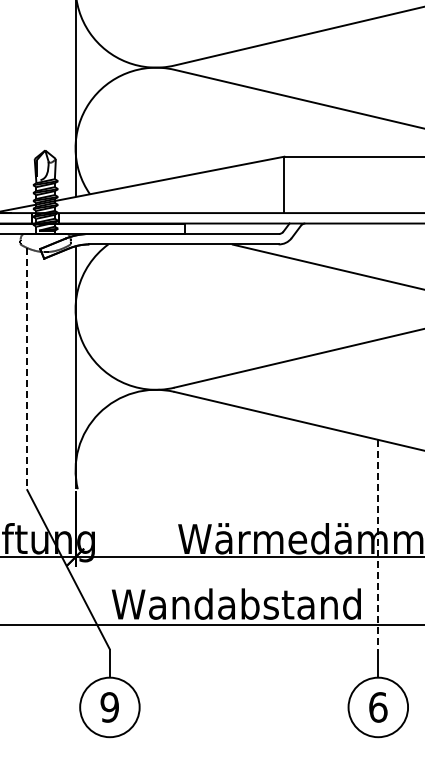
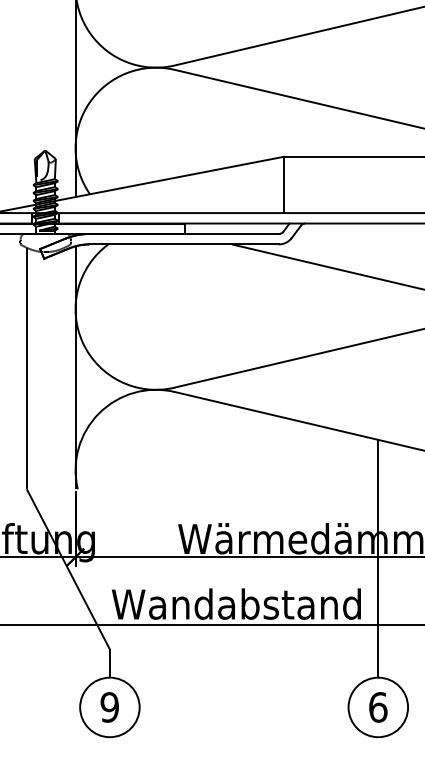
line at (26, 368): dashed -> solid
line at (378, 544): dashed -> solid
